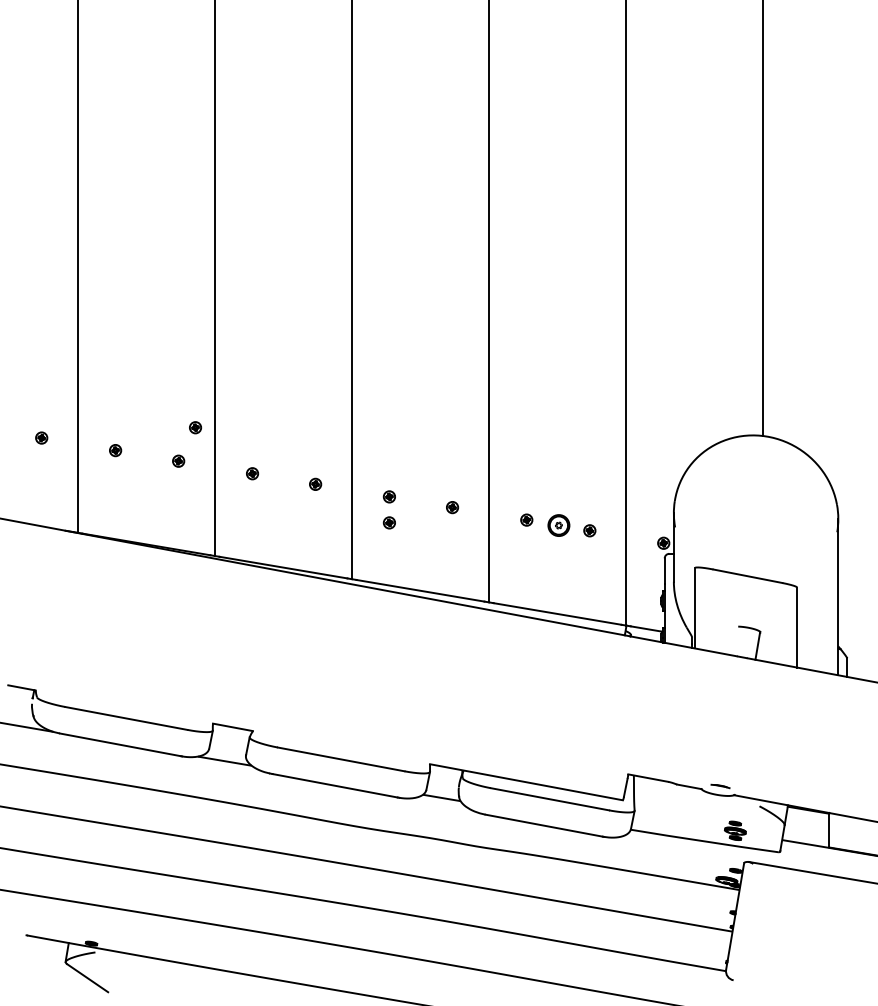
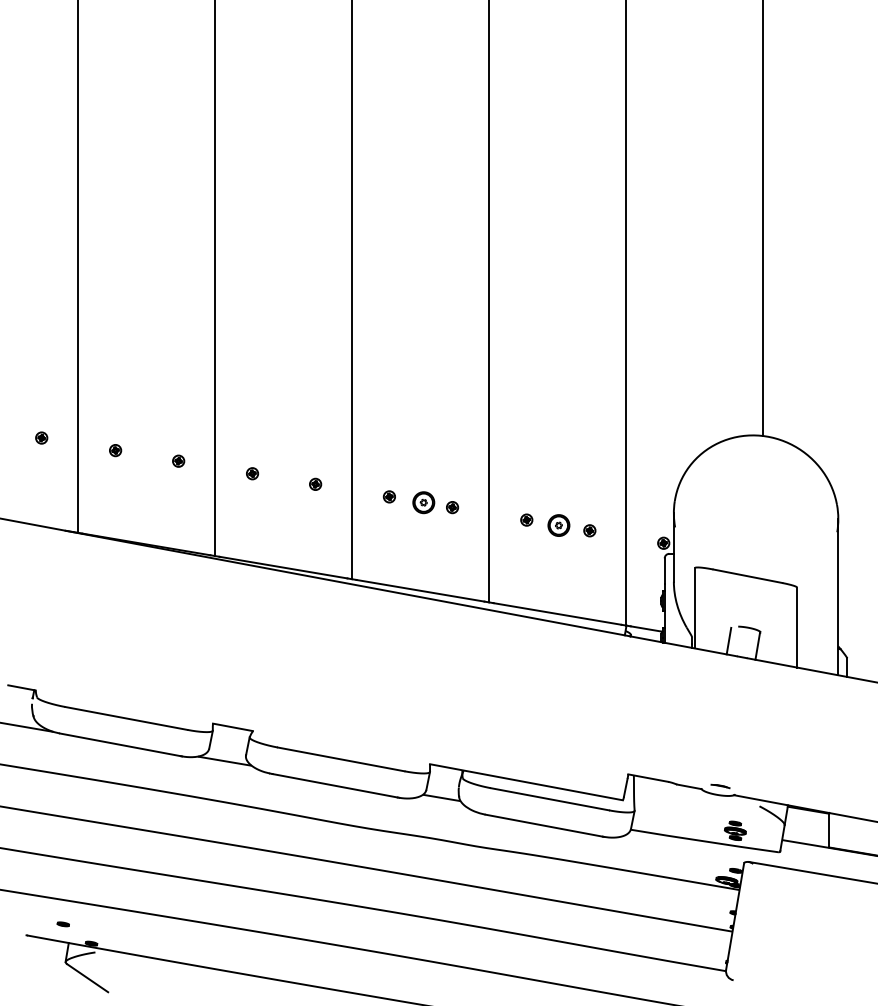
part at (195, 427): present -> none
part at (423, 502): none -> present
part at (388, 522): present -> none
line at (728, 640): none -> present
part at (62, 924): none -> present
